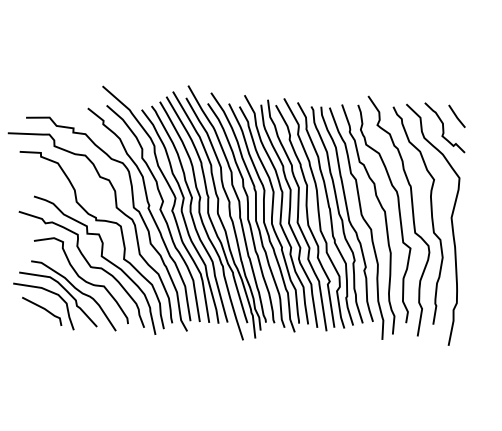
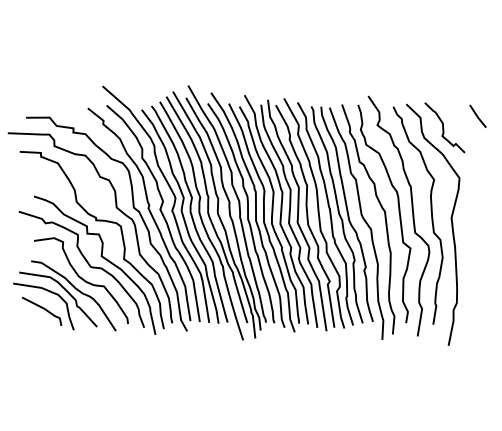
line at (456, 115) position: (456, 115) -> (477, 115)
